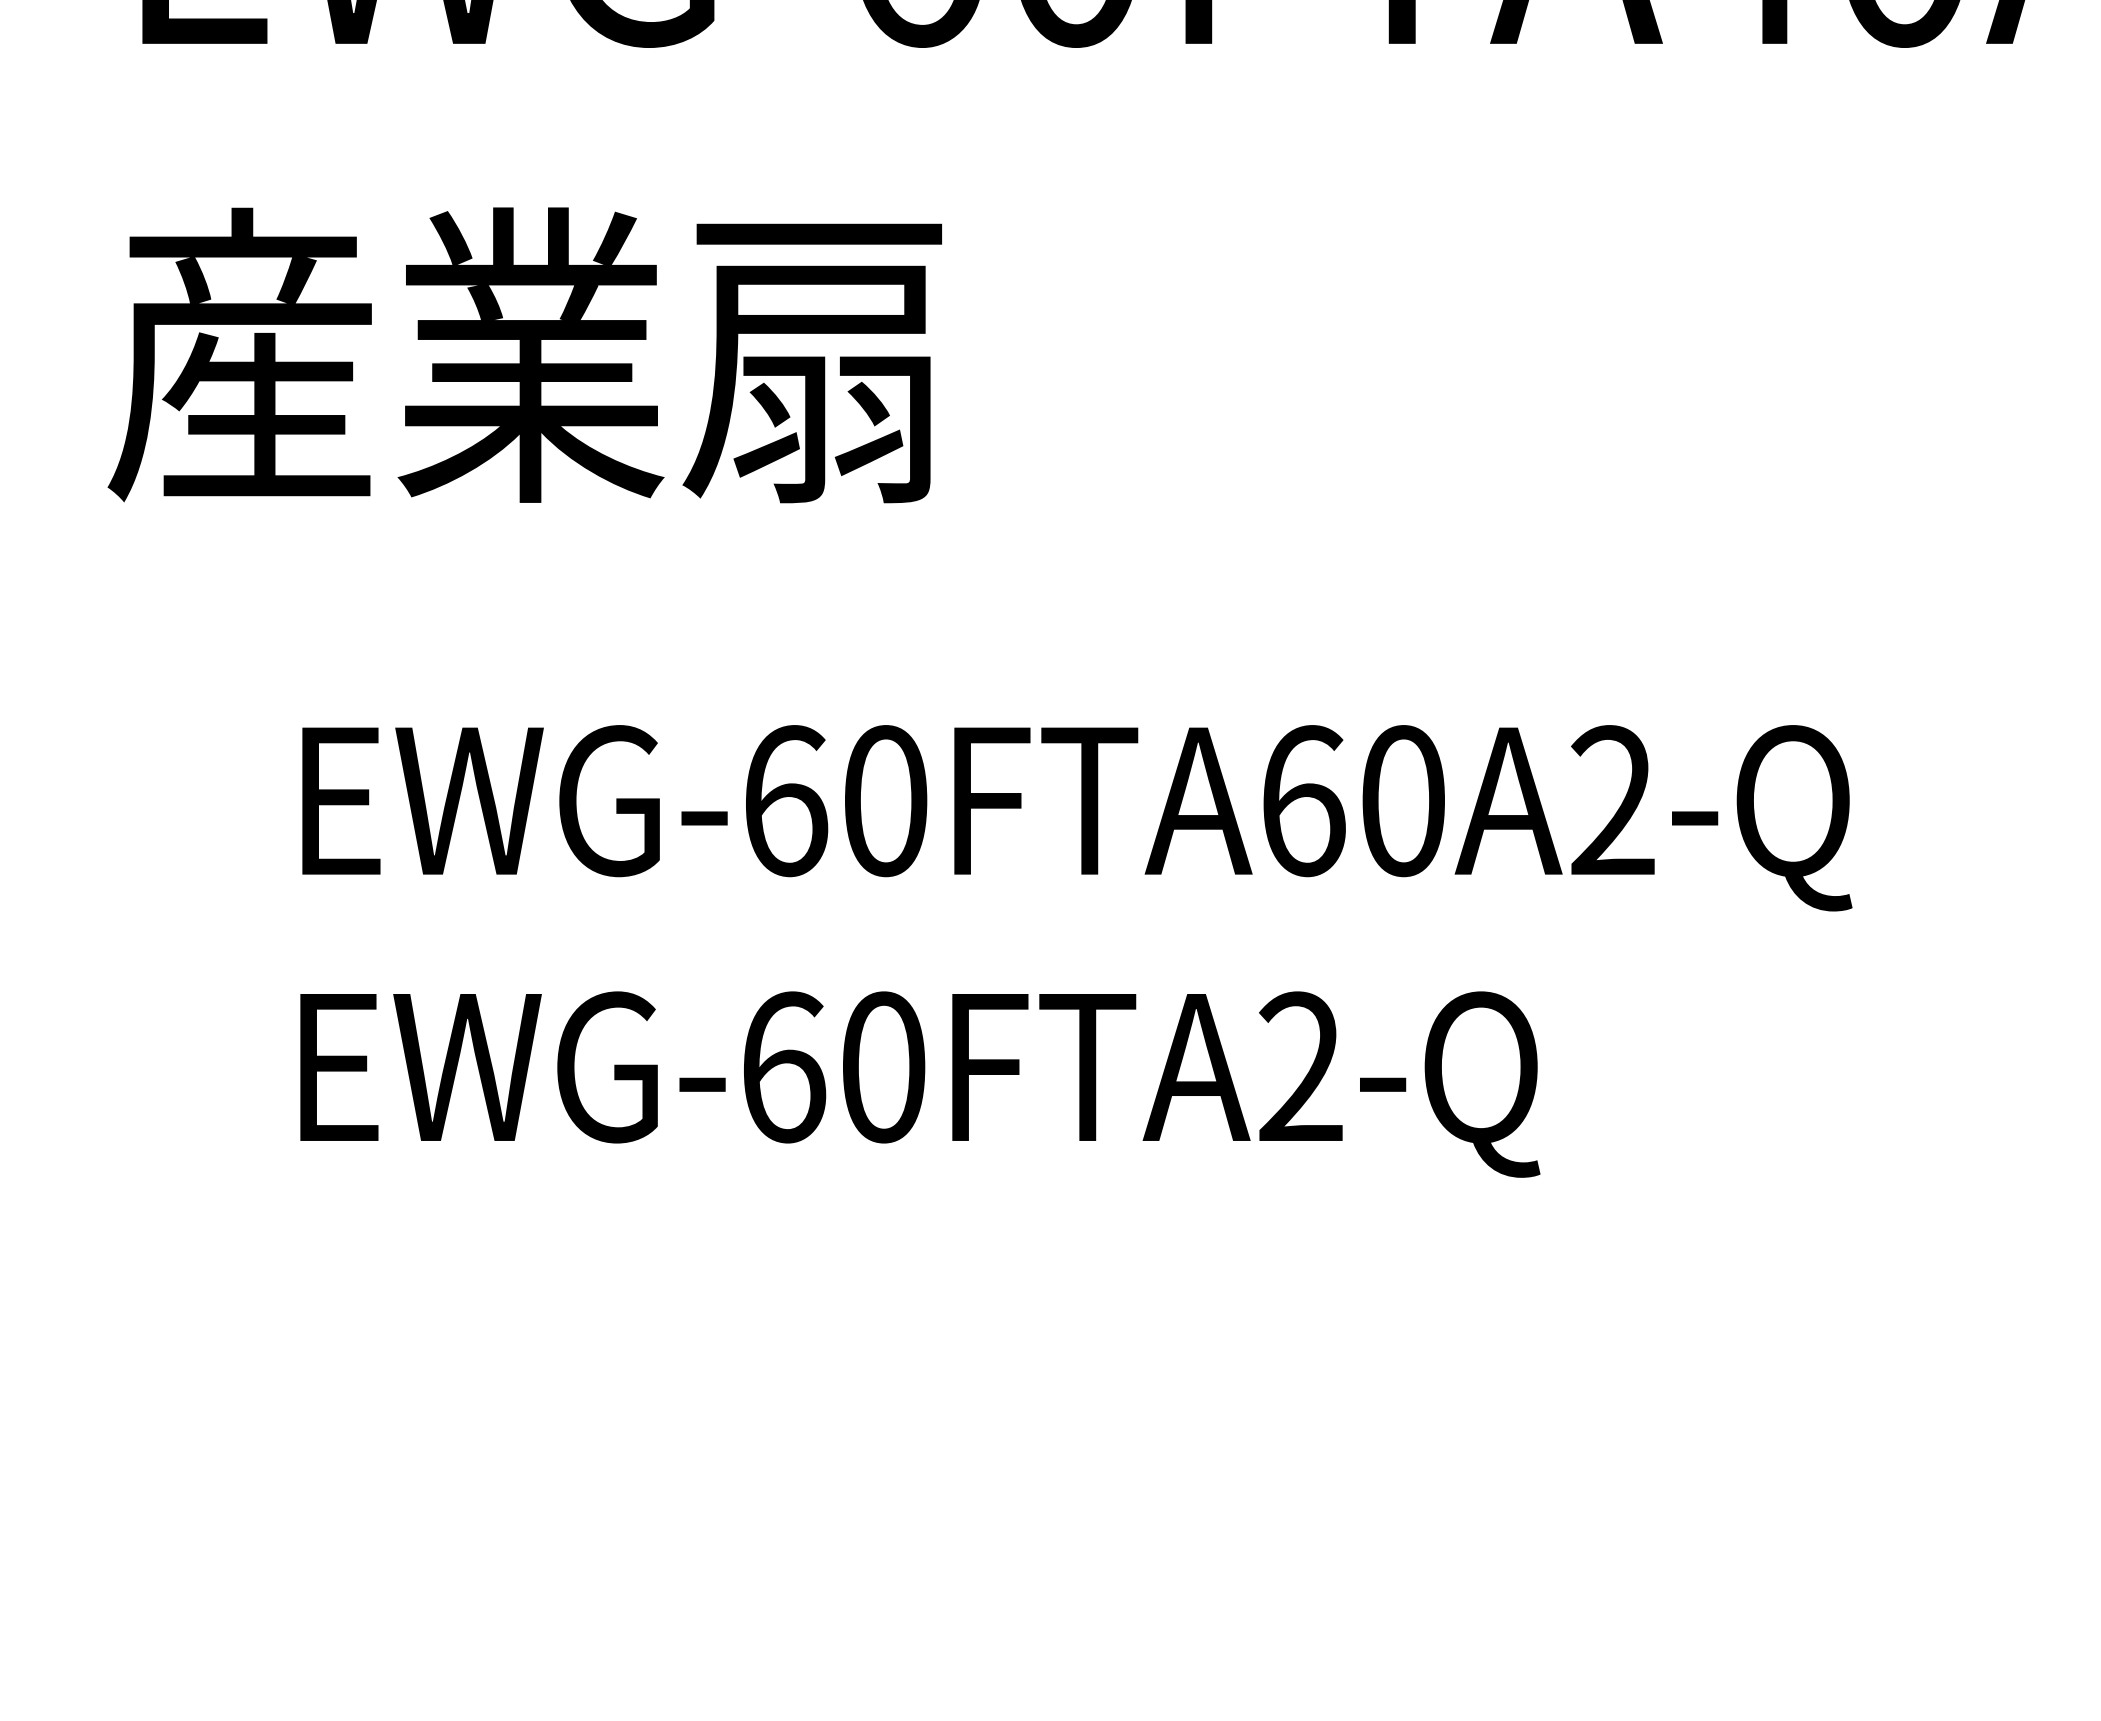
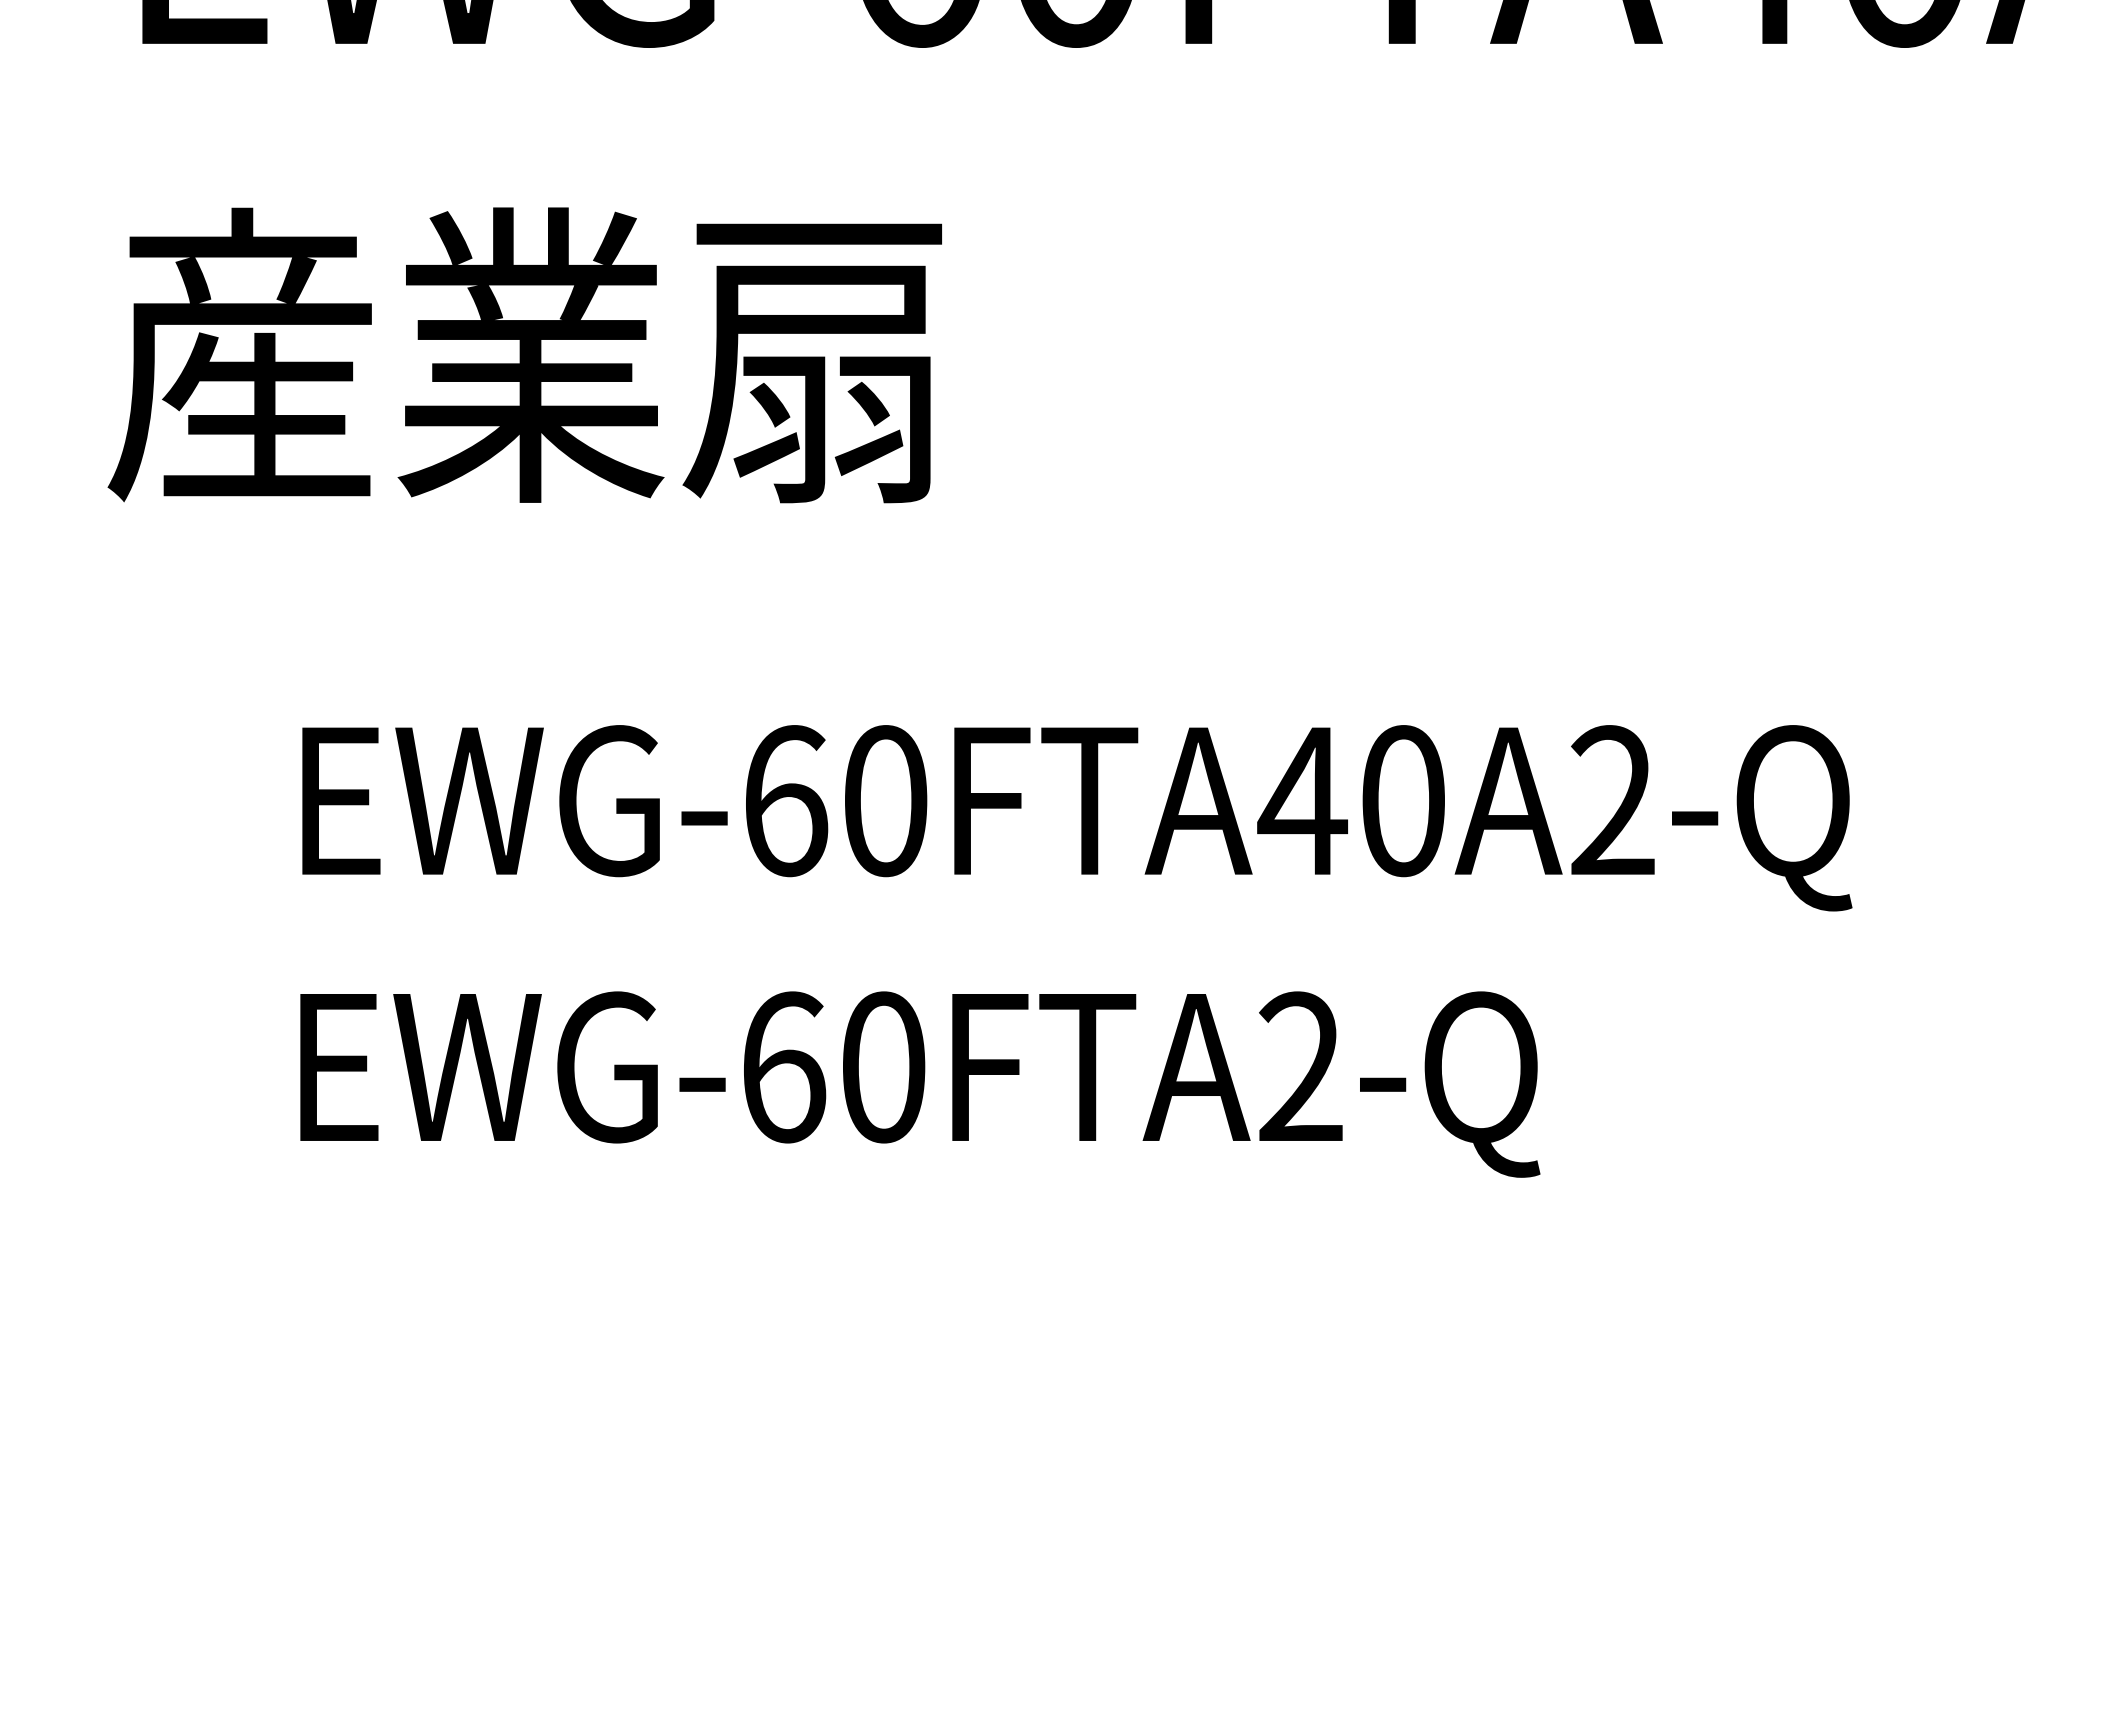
text at (1302, 801): EWG-60FTA60A2-Q -> EWG-60FTA40A2-Q
